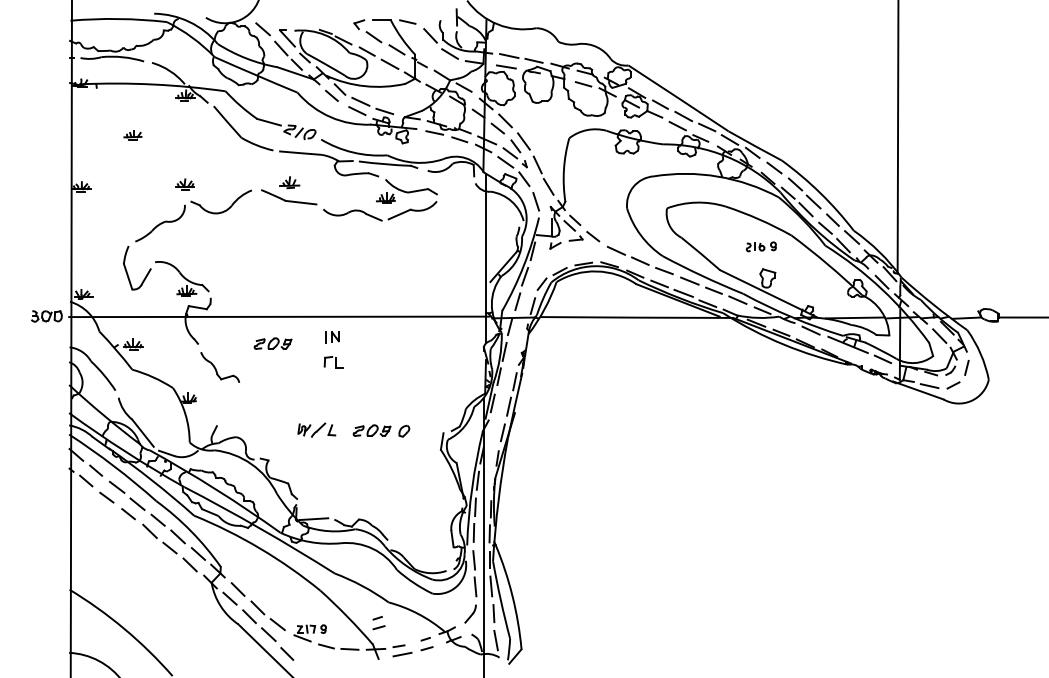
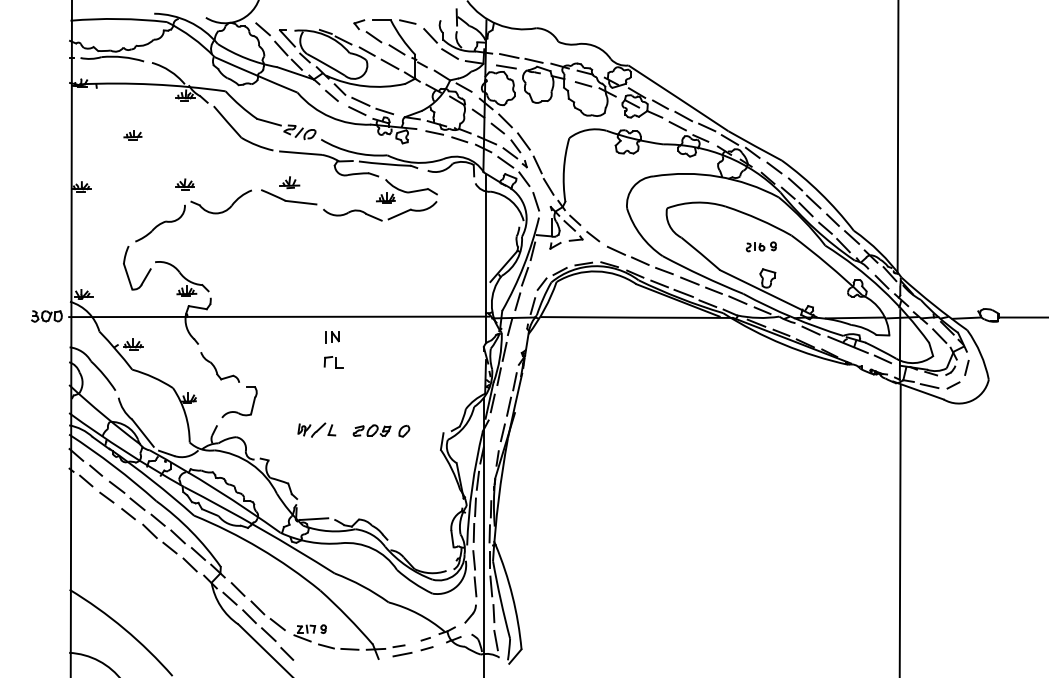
part at (272, 343): present -> none
part at (237, 411): none -> present
line at (899, 529): none -> present
part at (378, 623): present -> none
